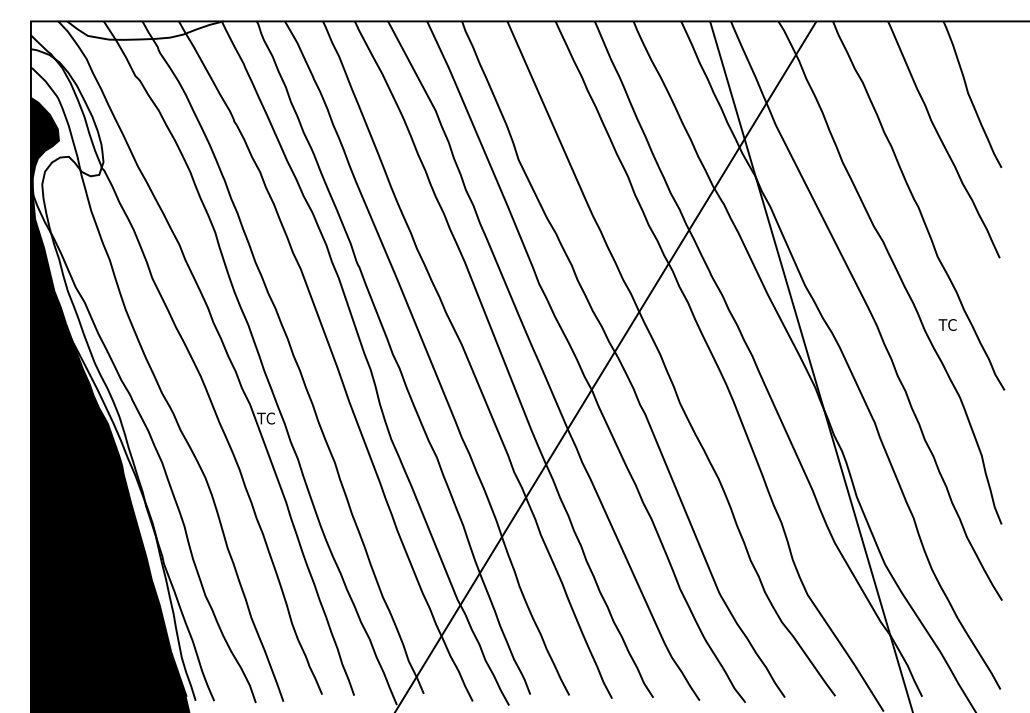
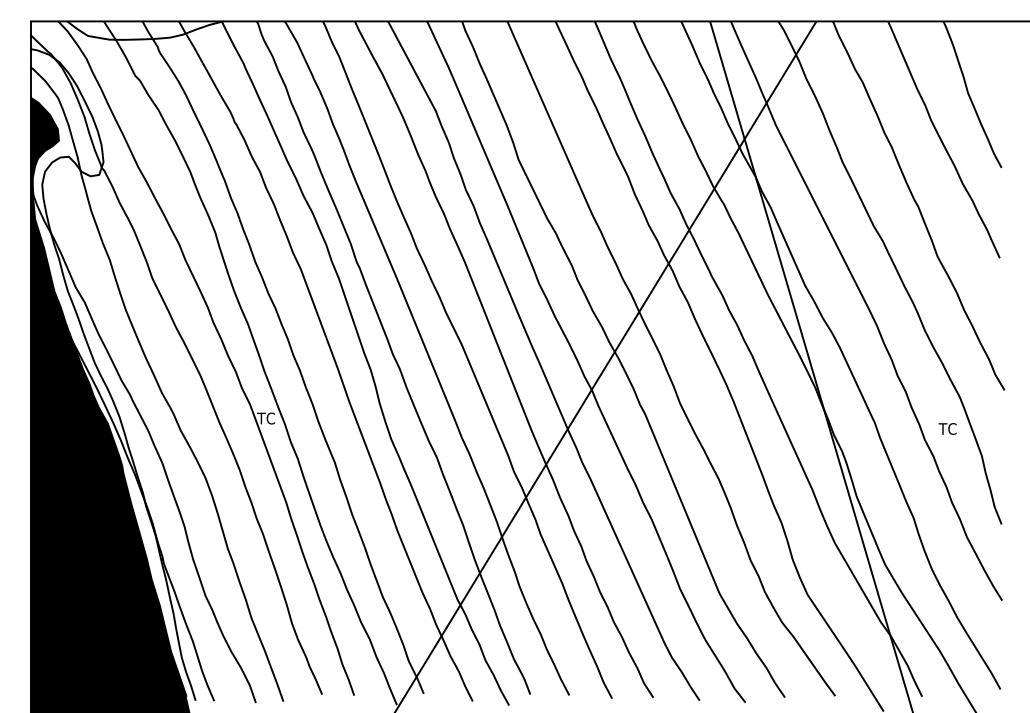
text at (947, 324) position: (947, 324) -> (947, 428)
